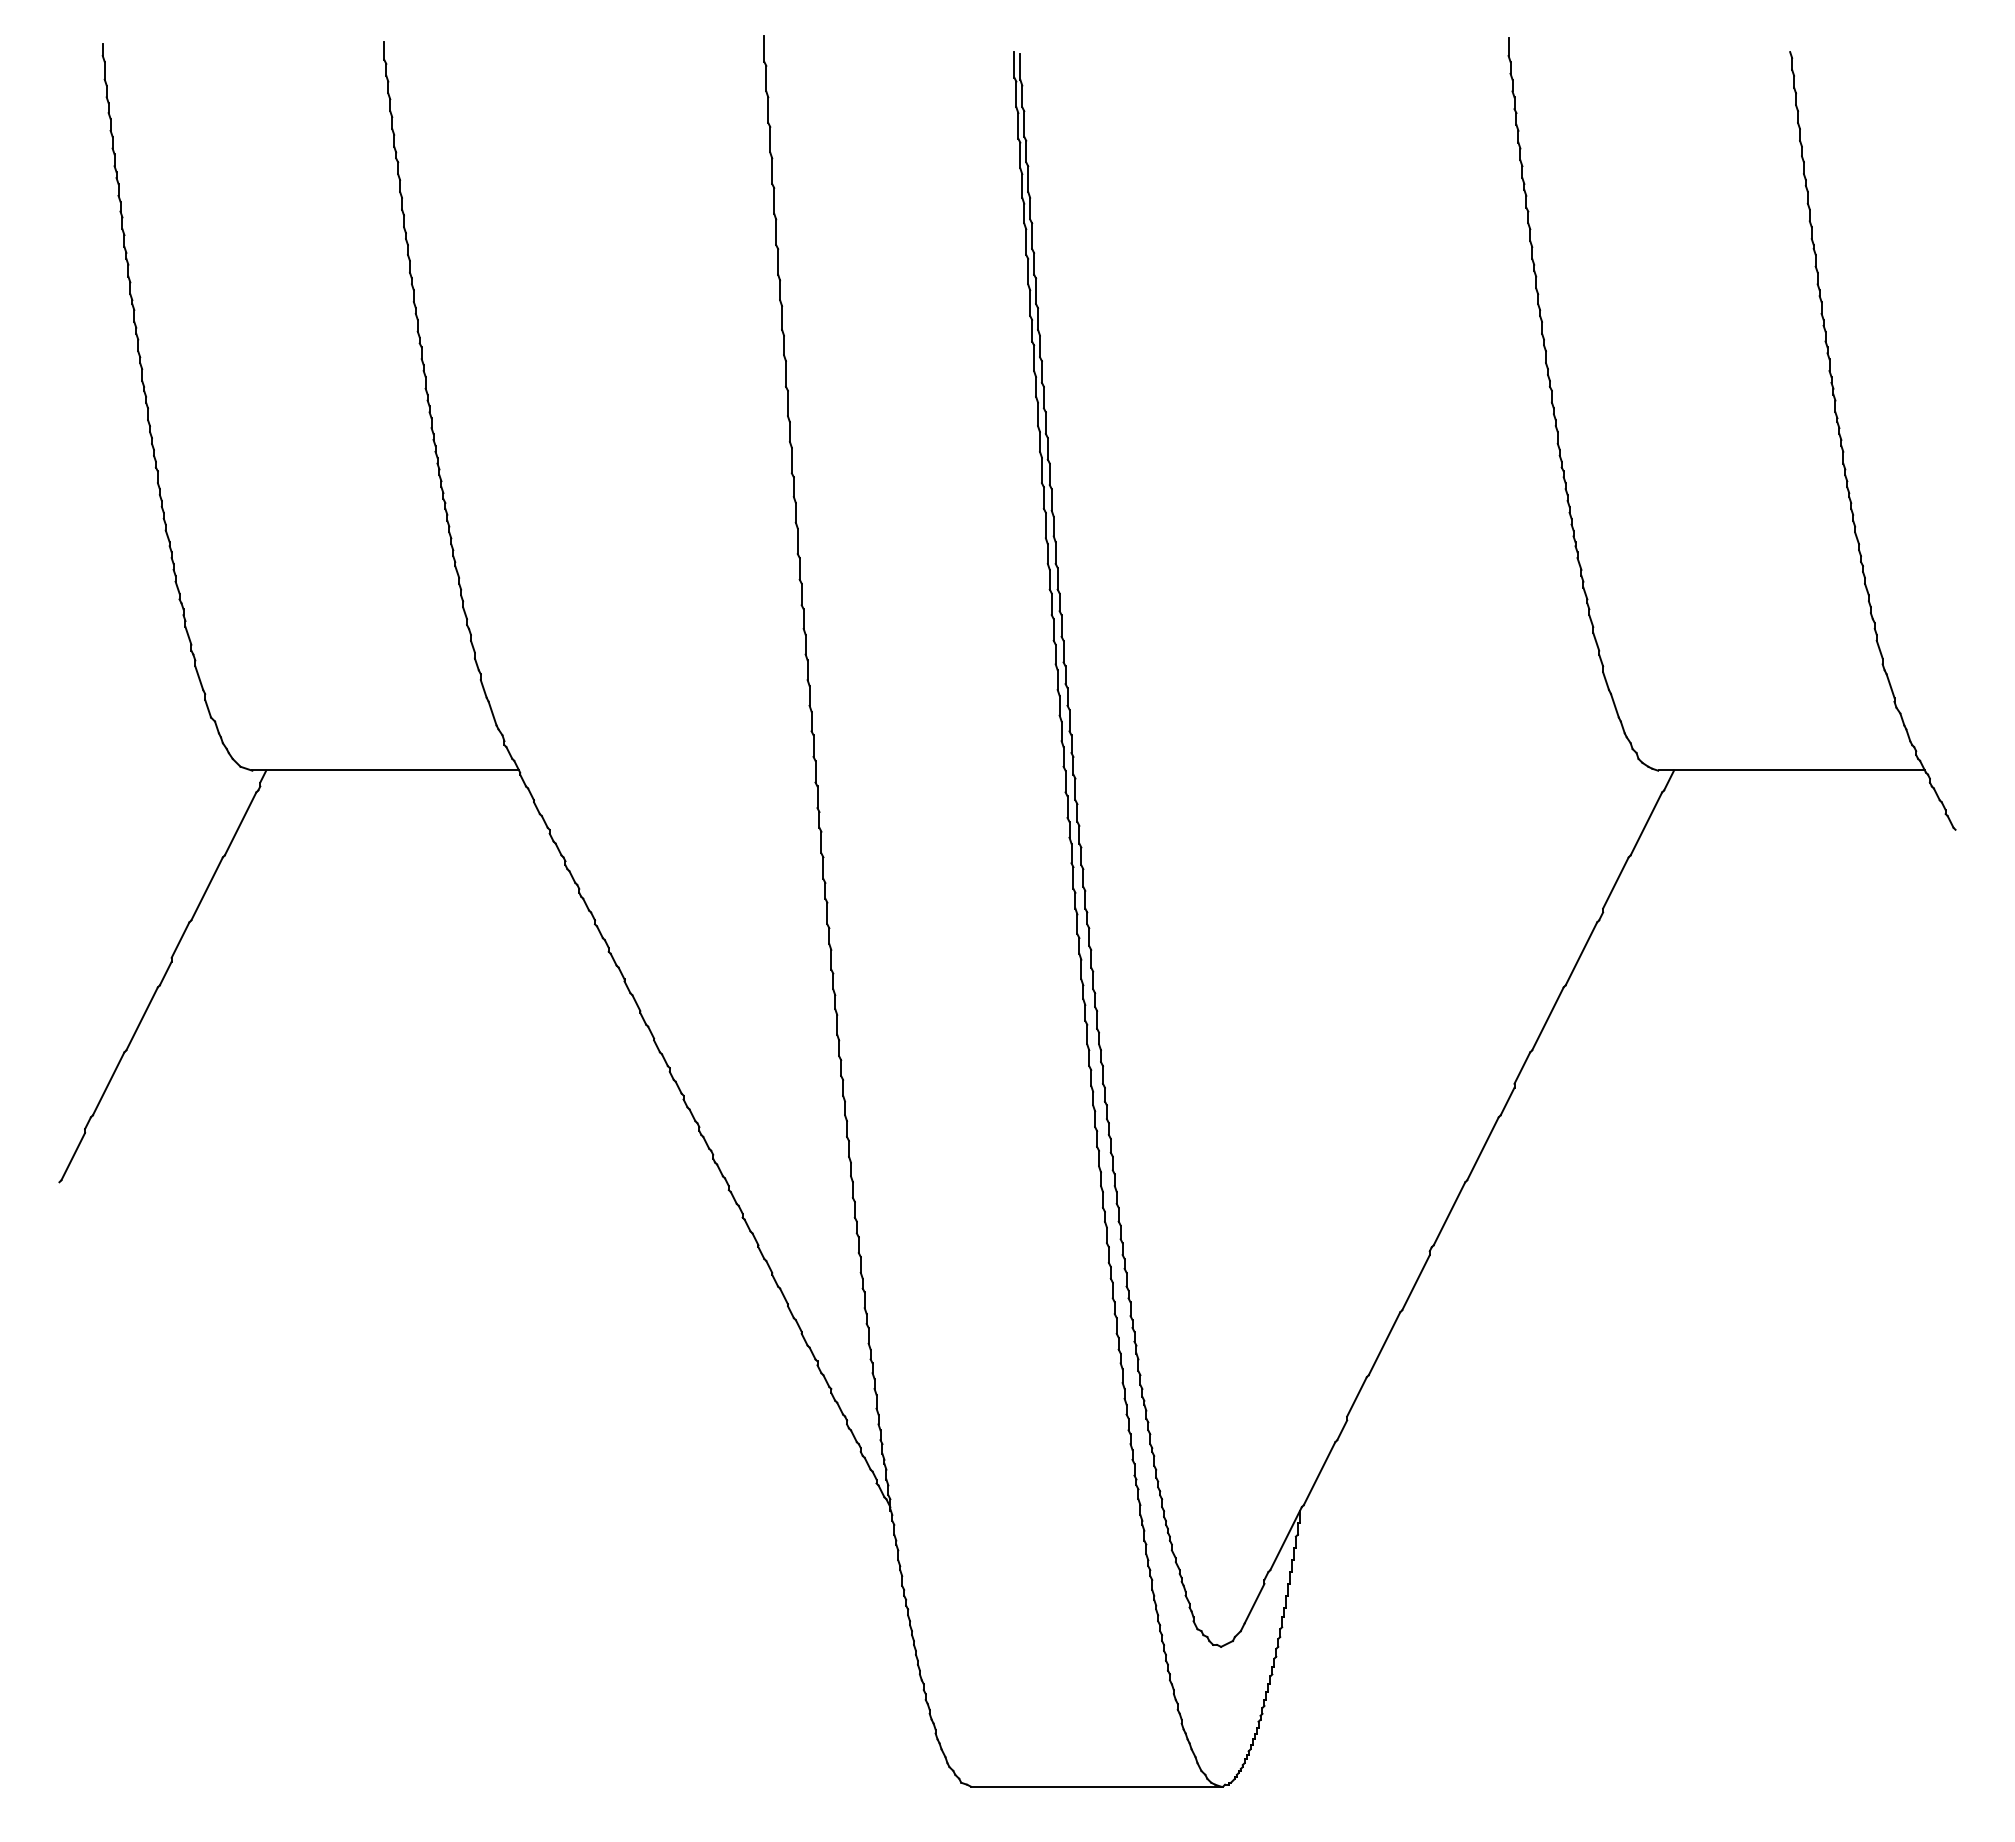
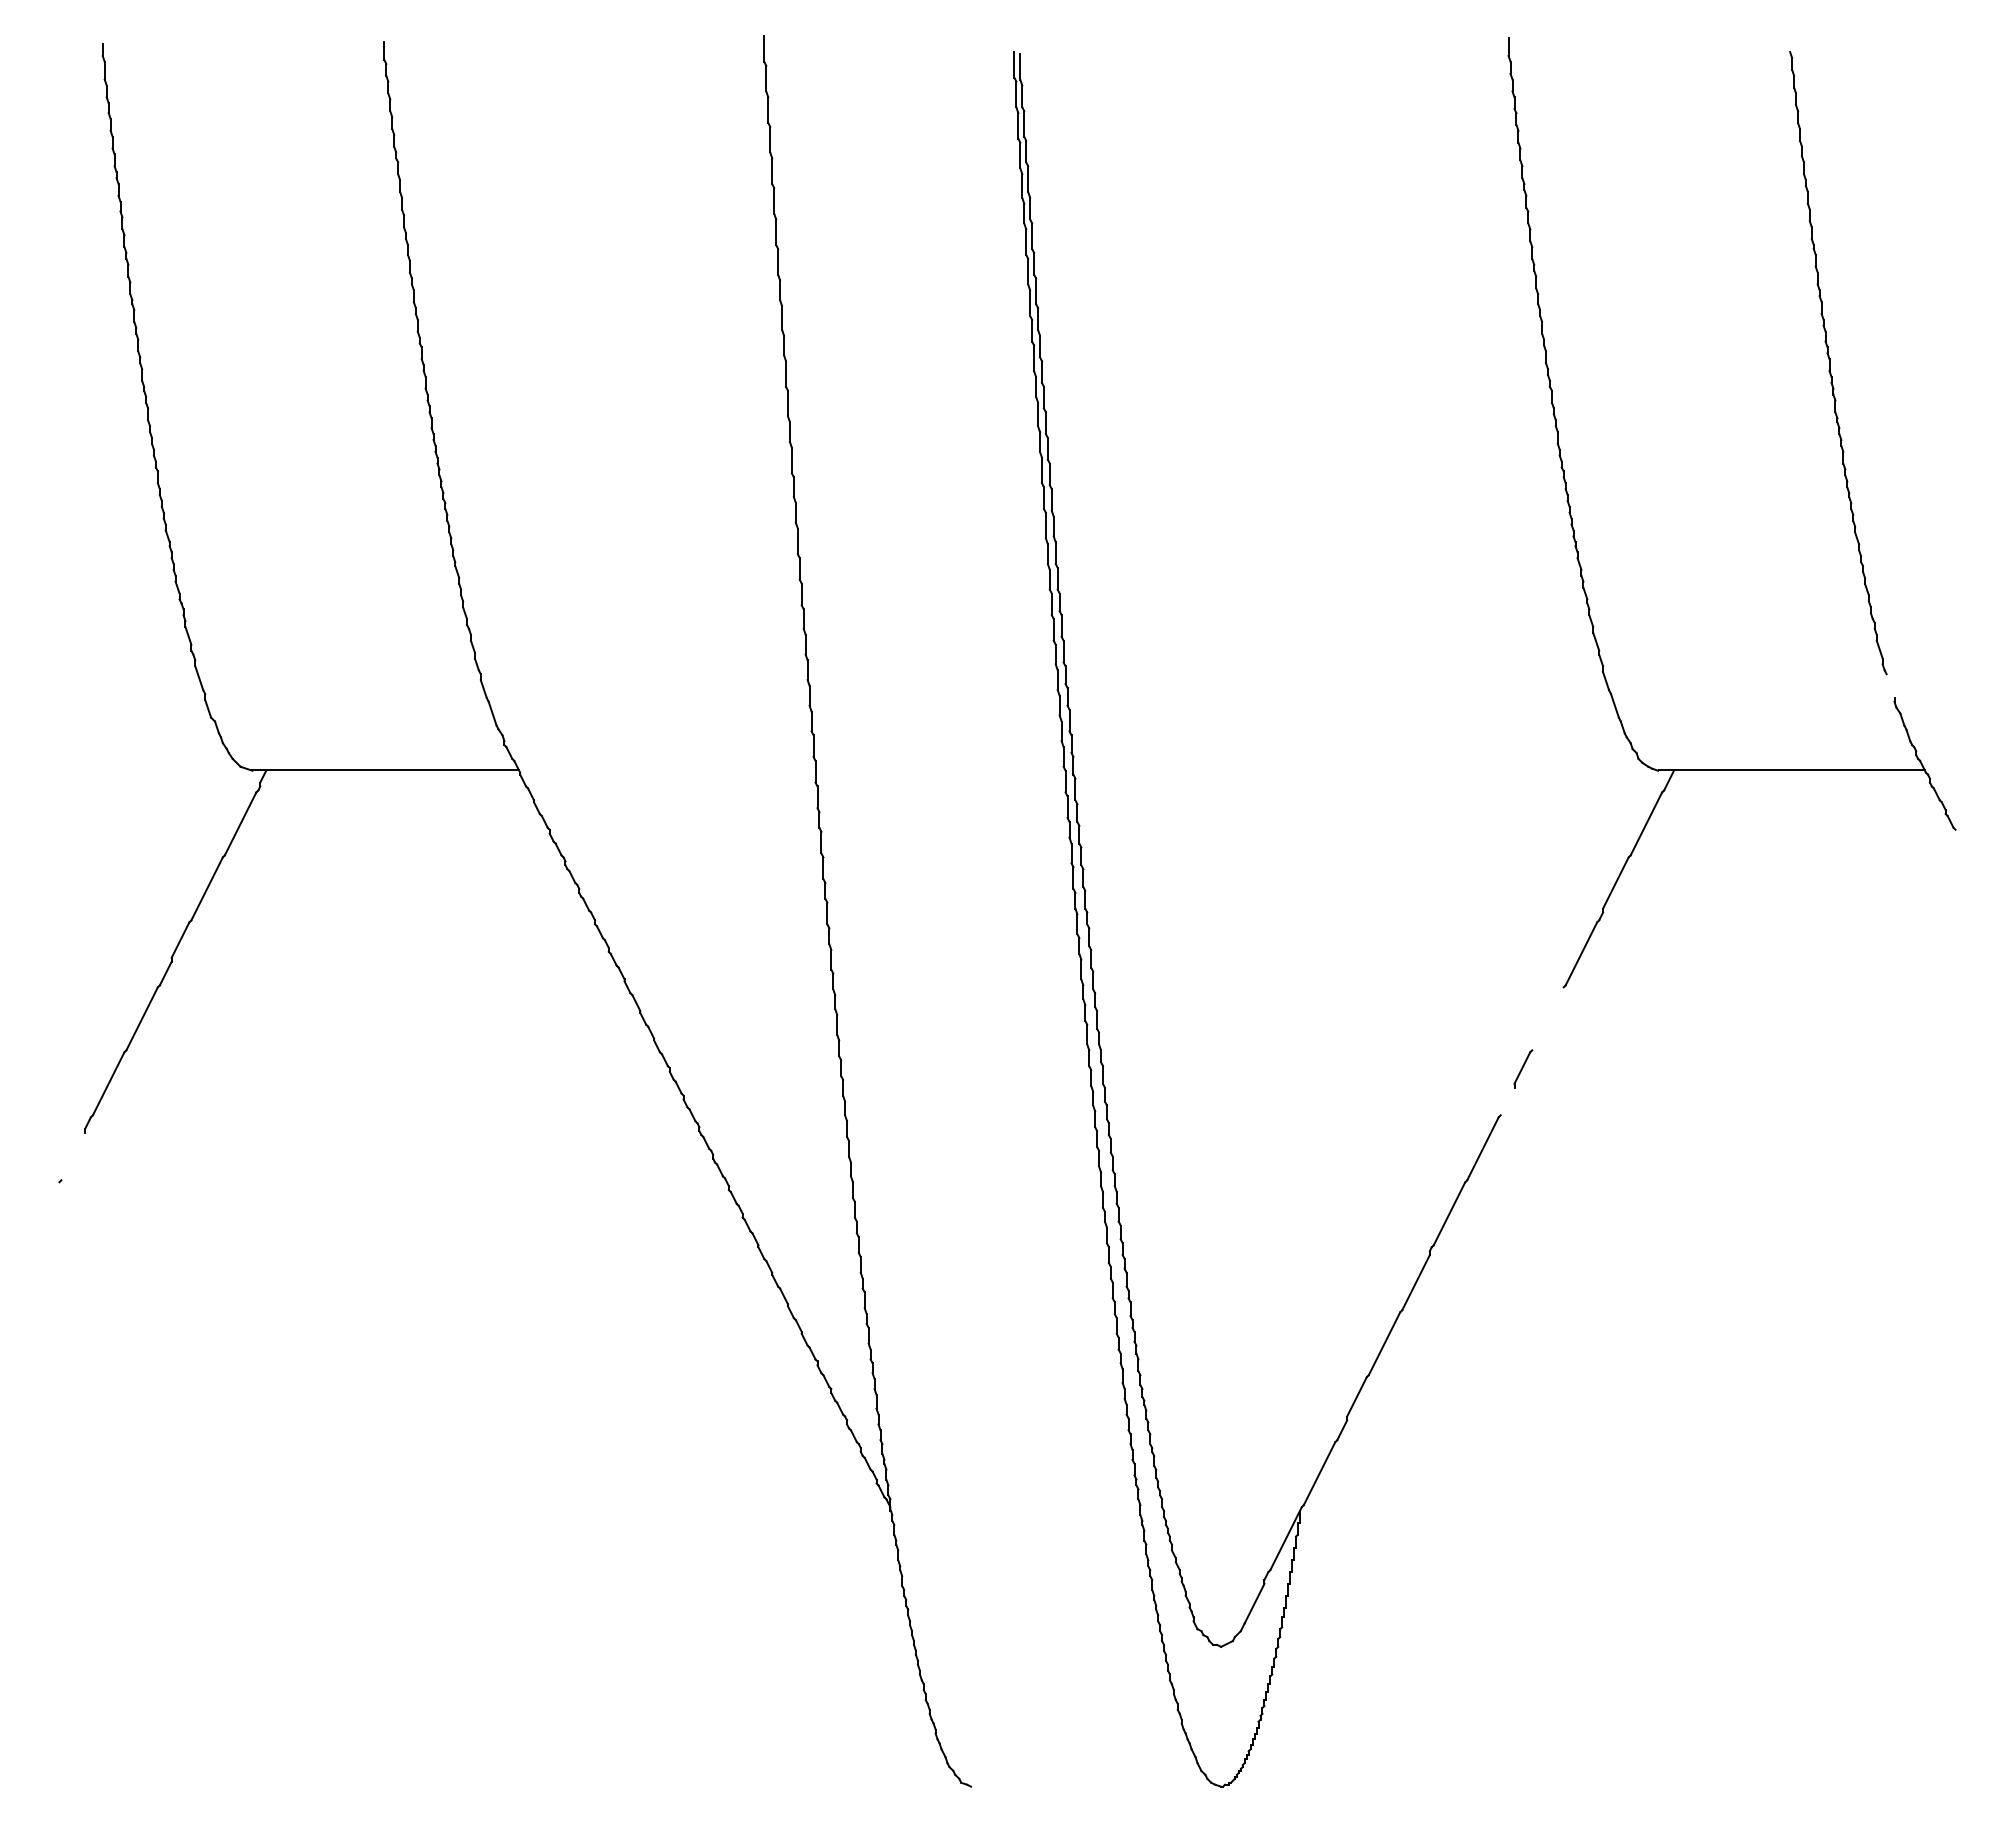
line at (1890, 685): present -> none
line at (1547, 1018): present -> none
line at (1507, 1101): present -> none
line at (73, 1156): present -> none
line at (1095, 1786): present -> none
